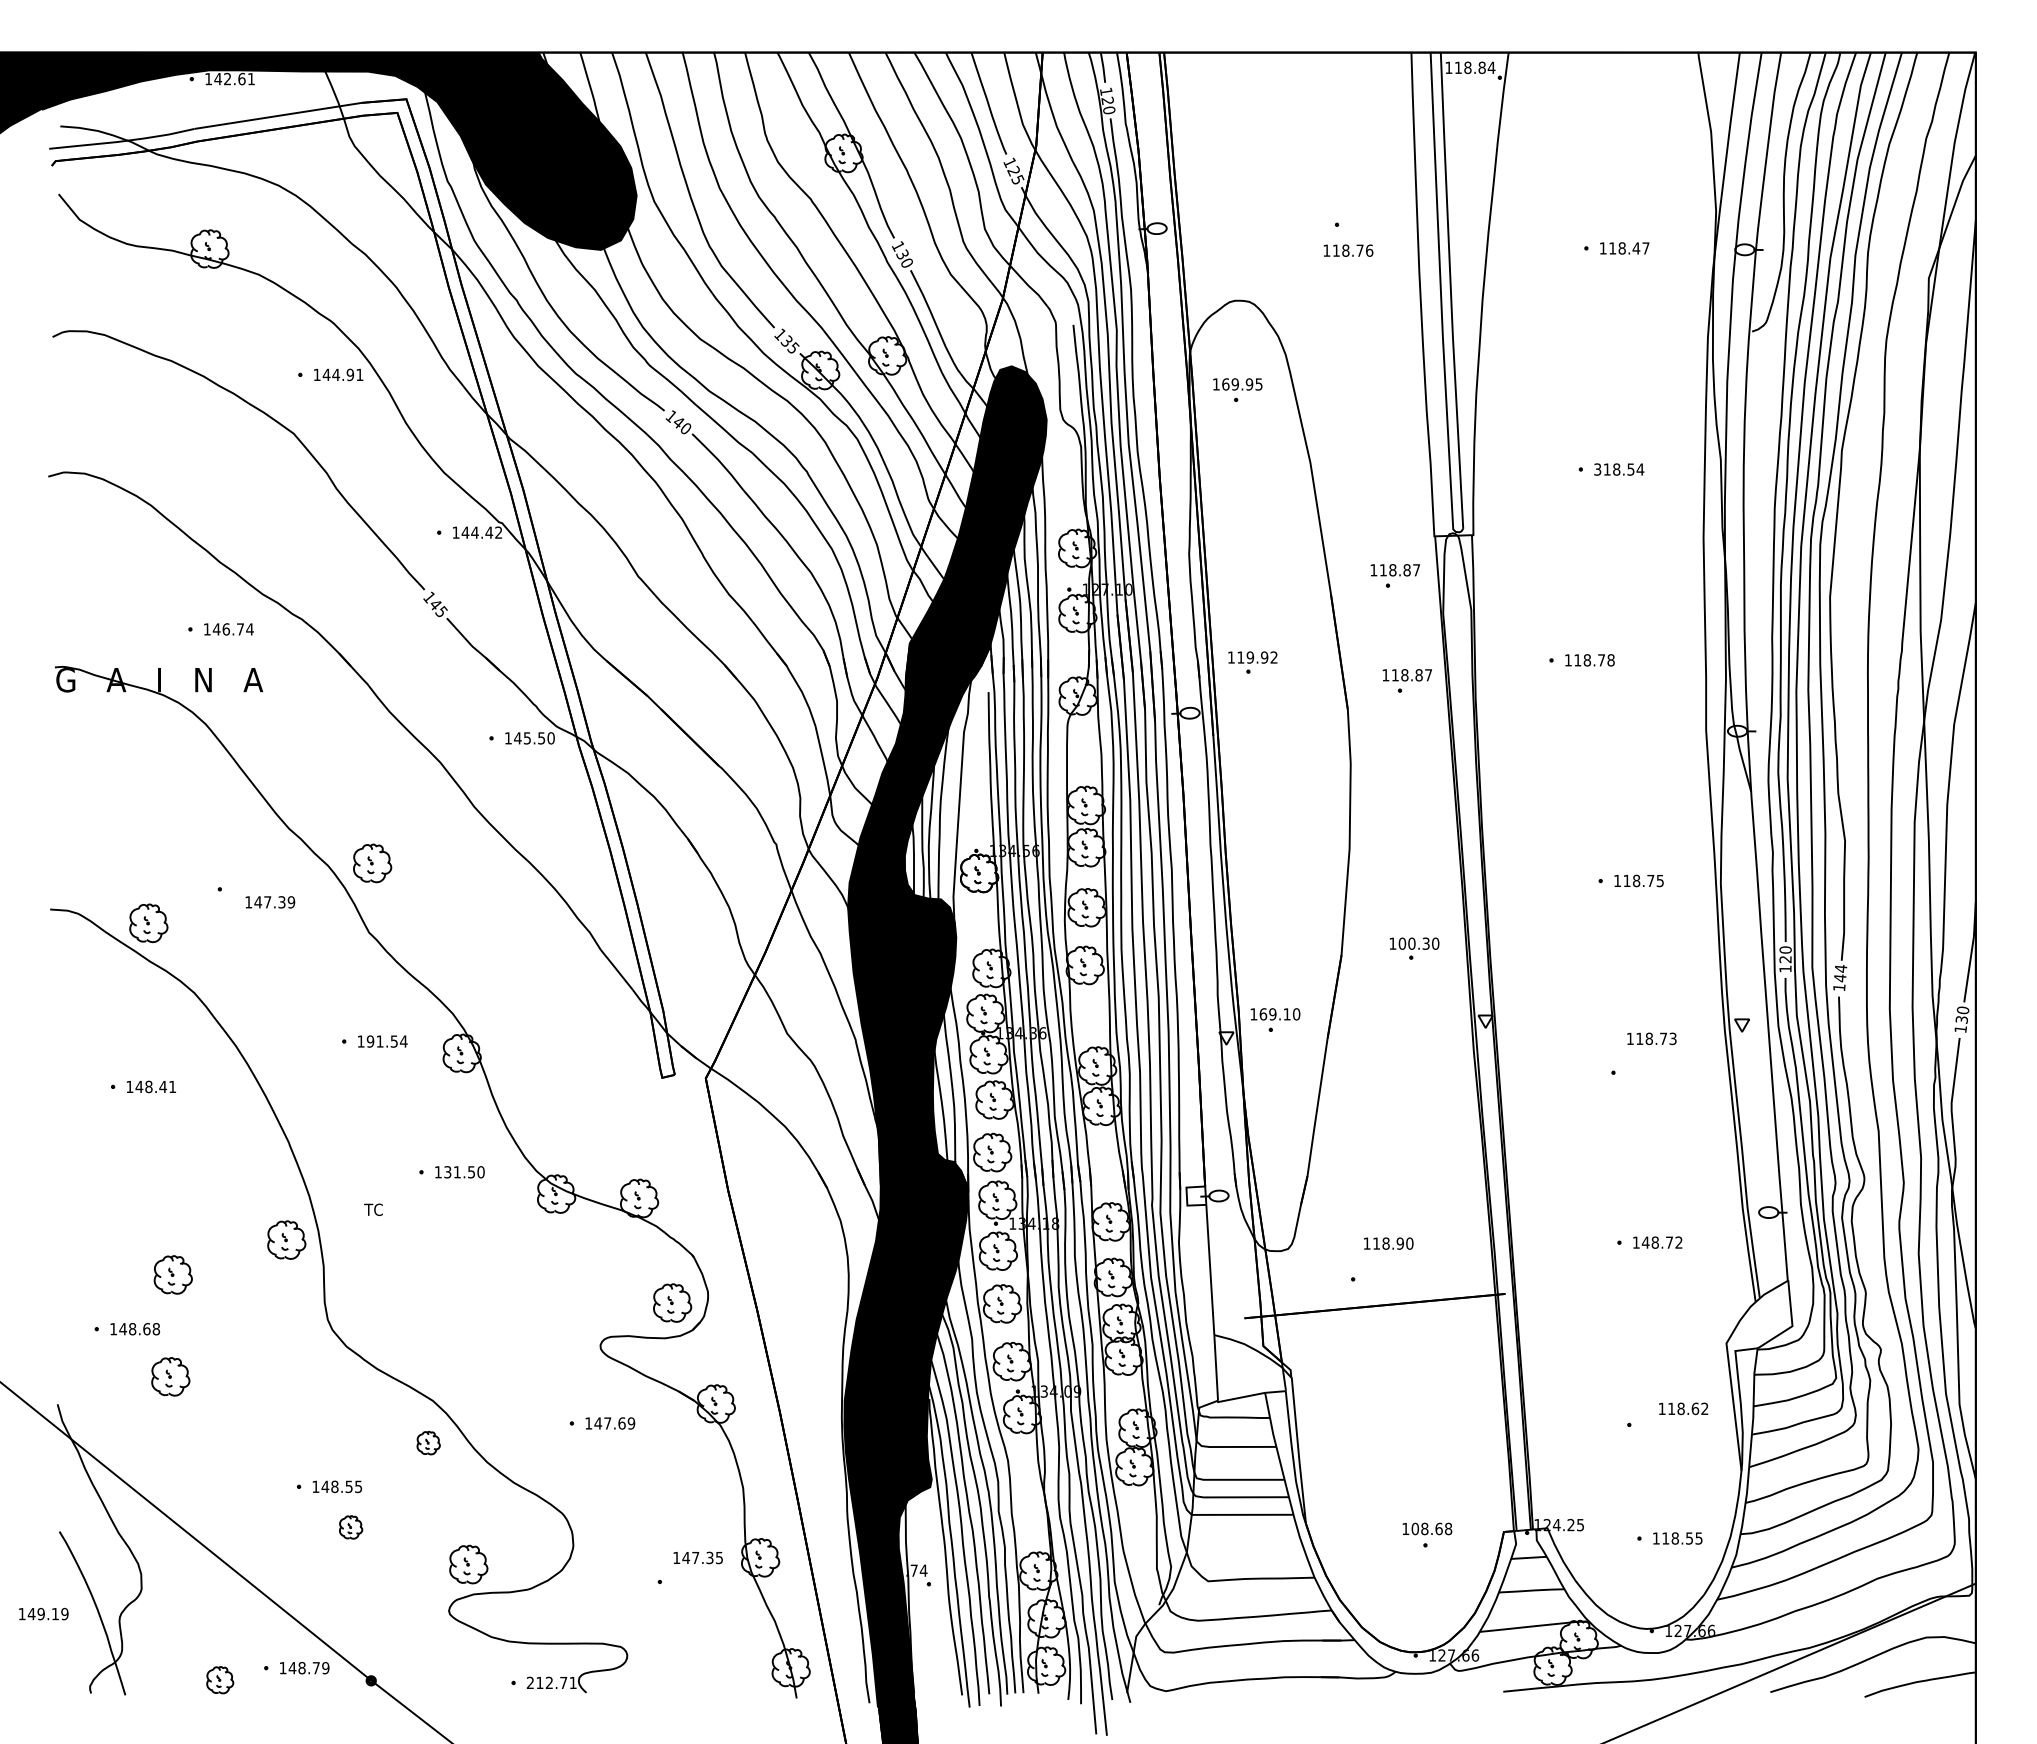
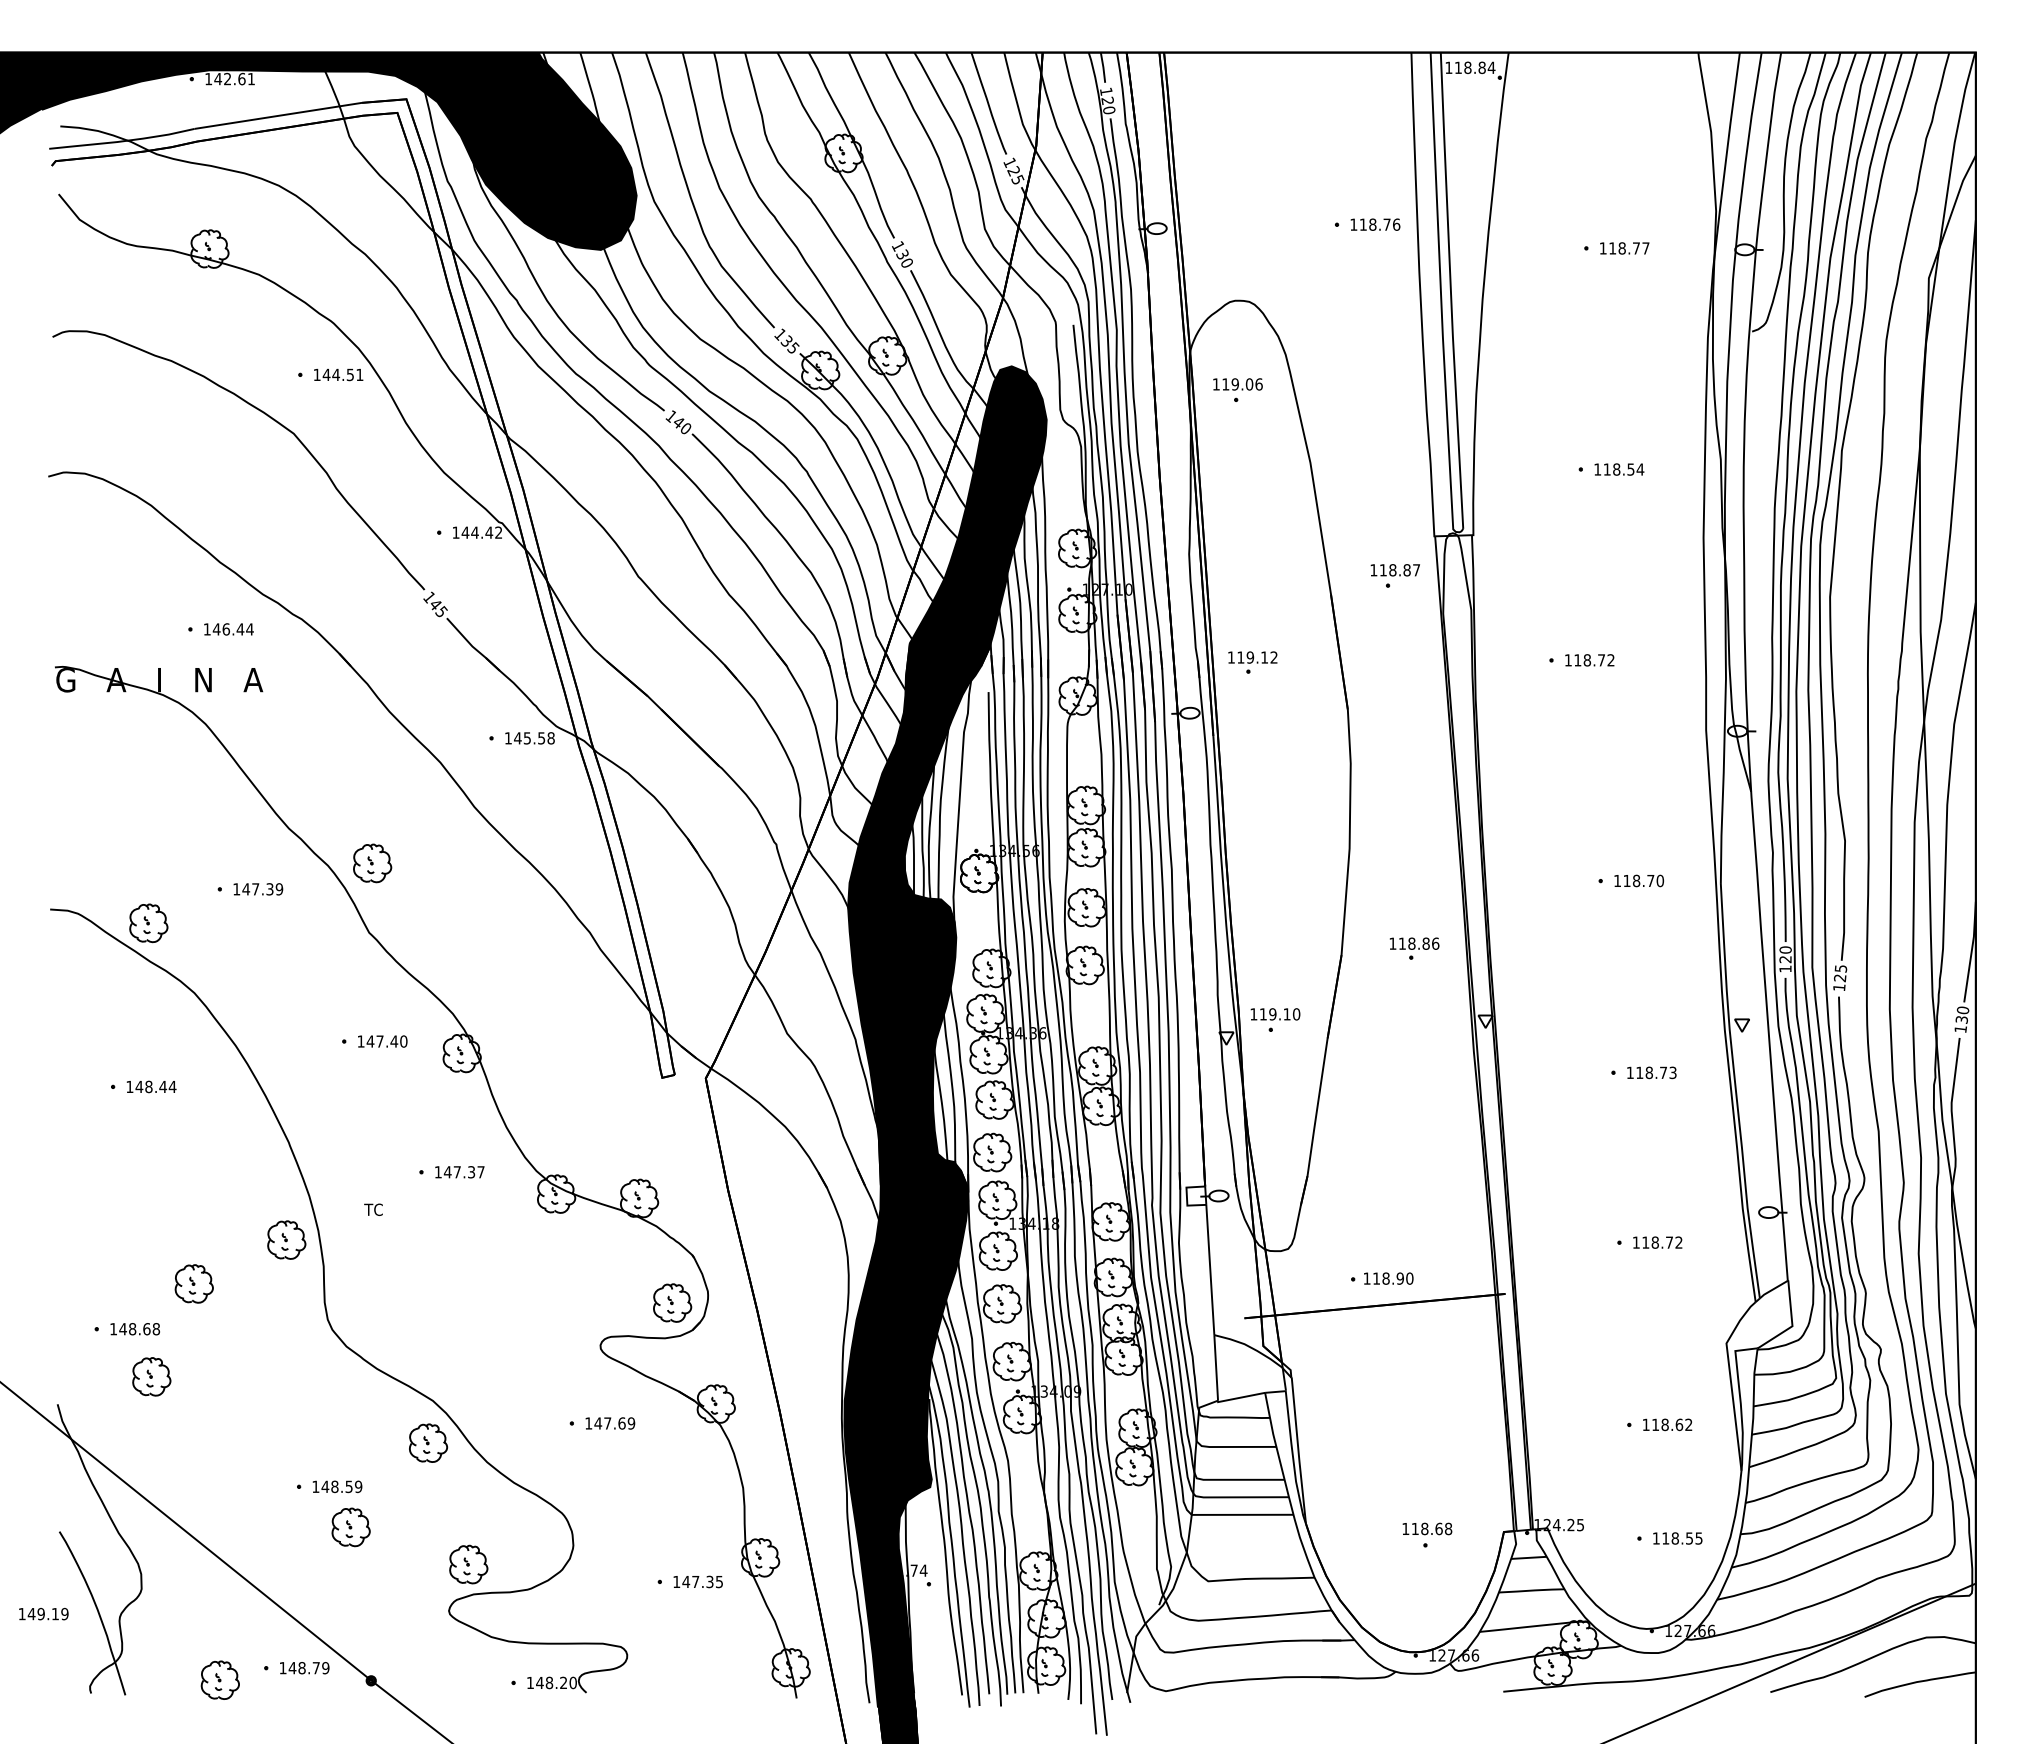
text at (1636, 248): 118.47 -> 118.77
text at (1348, 250) position: (1348, 250) -> (1375, 224)
text at (350, 374): 144.91 -> 144.51
text at (1242, 384): 169.95 -> 119.06
text at (1597, 469): 318.54 -> 118.54
text at (240, 629): 146.74 -> 146.44
text at (1264, 657): 119.92 -> 119.12
text at (1610, 660): 118.78 -> 118.72
part at (1406, 680): present -> none
text at (550, 738): 145.50 -> 145.58
text at (1660, 880): 118.75 -> 118.70
text at (270, 902) position: (270, 902) -> (258, 889)
text at (1418, 943): 100.30 -> 118.86
text at (1840, 973): 144 -> 125
text at (1263, 1014): 169.10 -> 119.10
text at (1651, 1038) position: (1651, 1038) -> (1651, 1072)
text at (386, 1041): 191.54 -> 147.40
text at (172, 1086): 148.41 -> 148.44
text at (463, 1172): 131.50 -> 147.37
text at (1645, 1242): 148.72 -> 118.72
text at (1388, 1243) position: (1388, 1243) -> (1388, 1278)
part at (172, 1274) position: (172, 1274) -> (193, 1283)
part at (170, 1376) position: (170, 1376) -> (151, 1376)
text at (1683, 1408) position: (1683, 1408) -> (1667, 1424)
part at (428, 1443) size: 25x25 px -> 40x40 px
text at (358, 1486): 148.55 -> 148.59
part at (351, 1527) size: 25x25 px -> 40x41 px
text at (1415, 1528): 108.68 -> 118.68
text at (697, 1557) position: (697, 1557) -> (697, 1581)
part at (220, 1680) size: 29x29 px -> 40x40 px
text at (551, 1682): 212.71 -> 148.20
